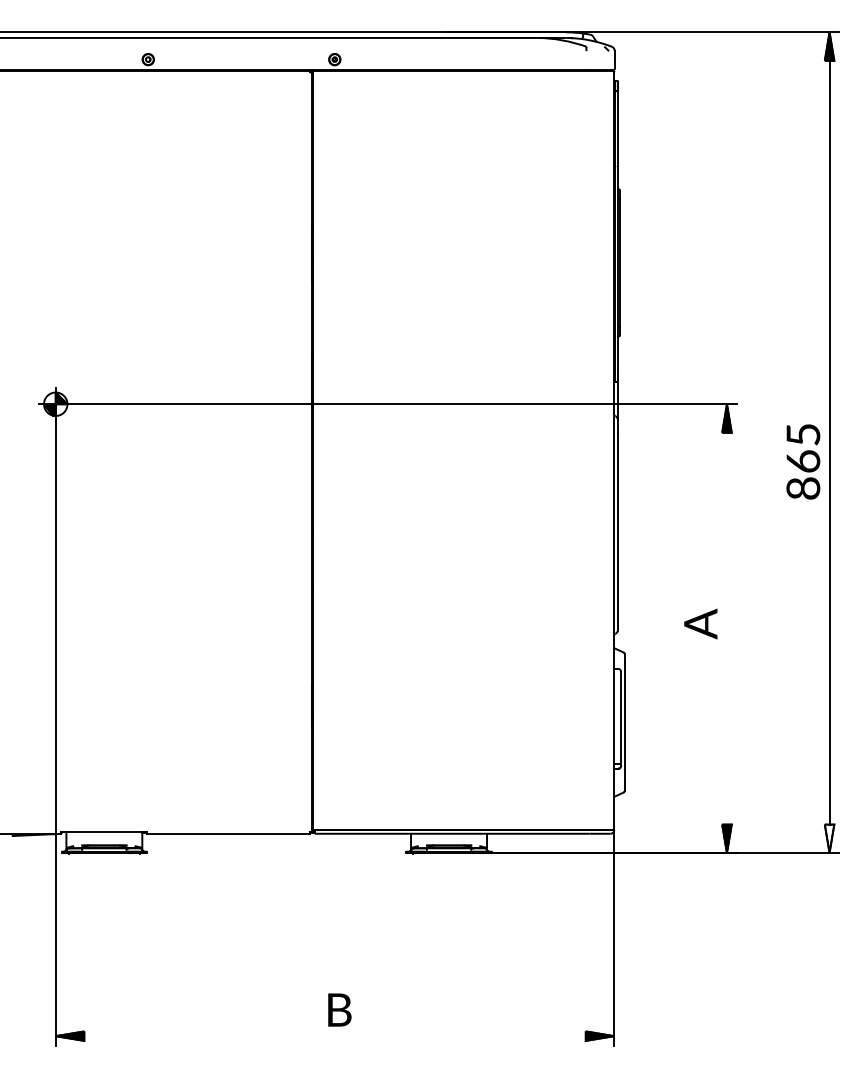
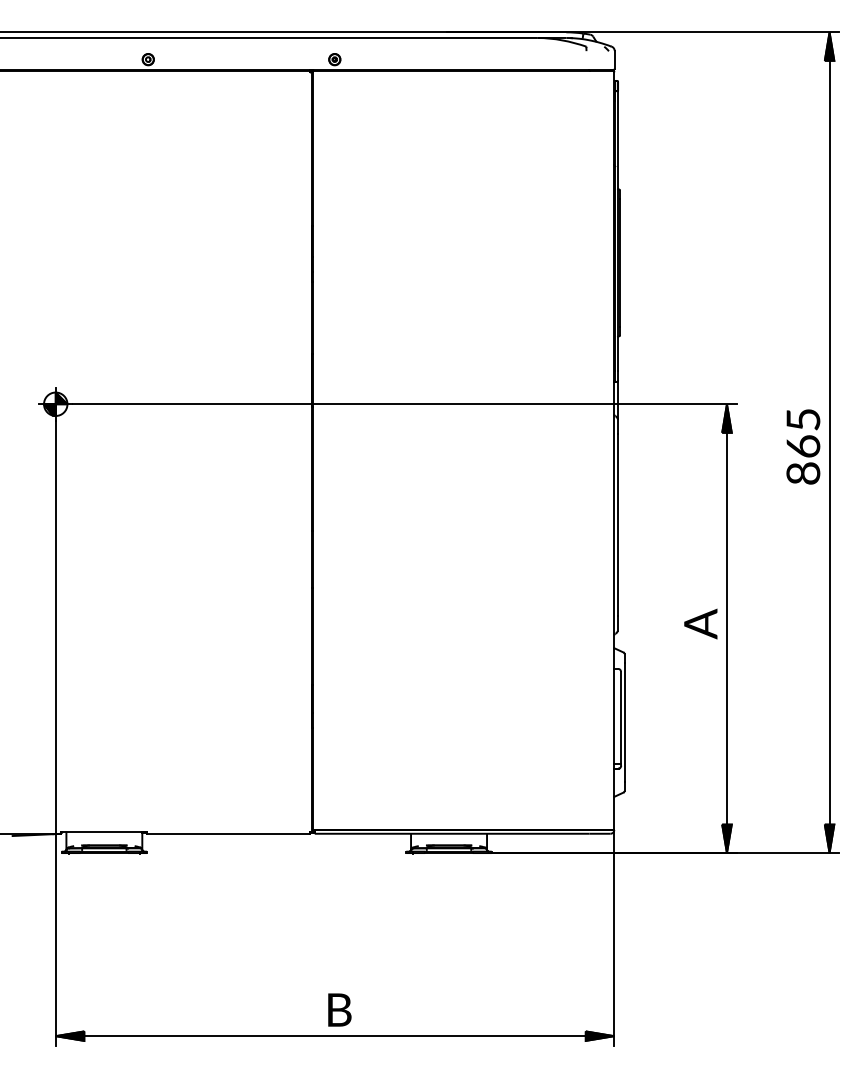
text at (803, 461) position: (803, 461) -> (803, 446)
line at (726, 628): none -> present
fill at (829, 838): none -> present
line at (334, 1036): none -> present
